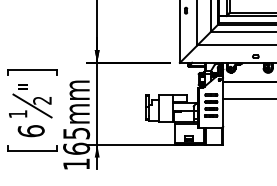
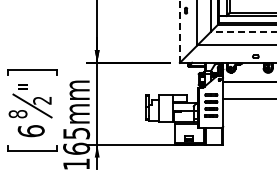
line at (179, 31): solid -> dashed
line at (243, 31): solid -> dashed
text at (17, 114): 1 -> 8
